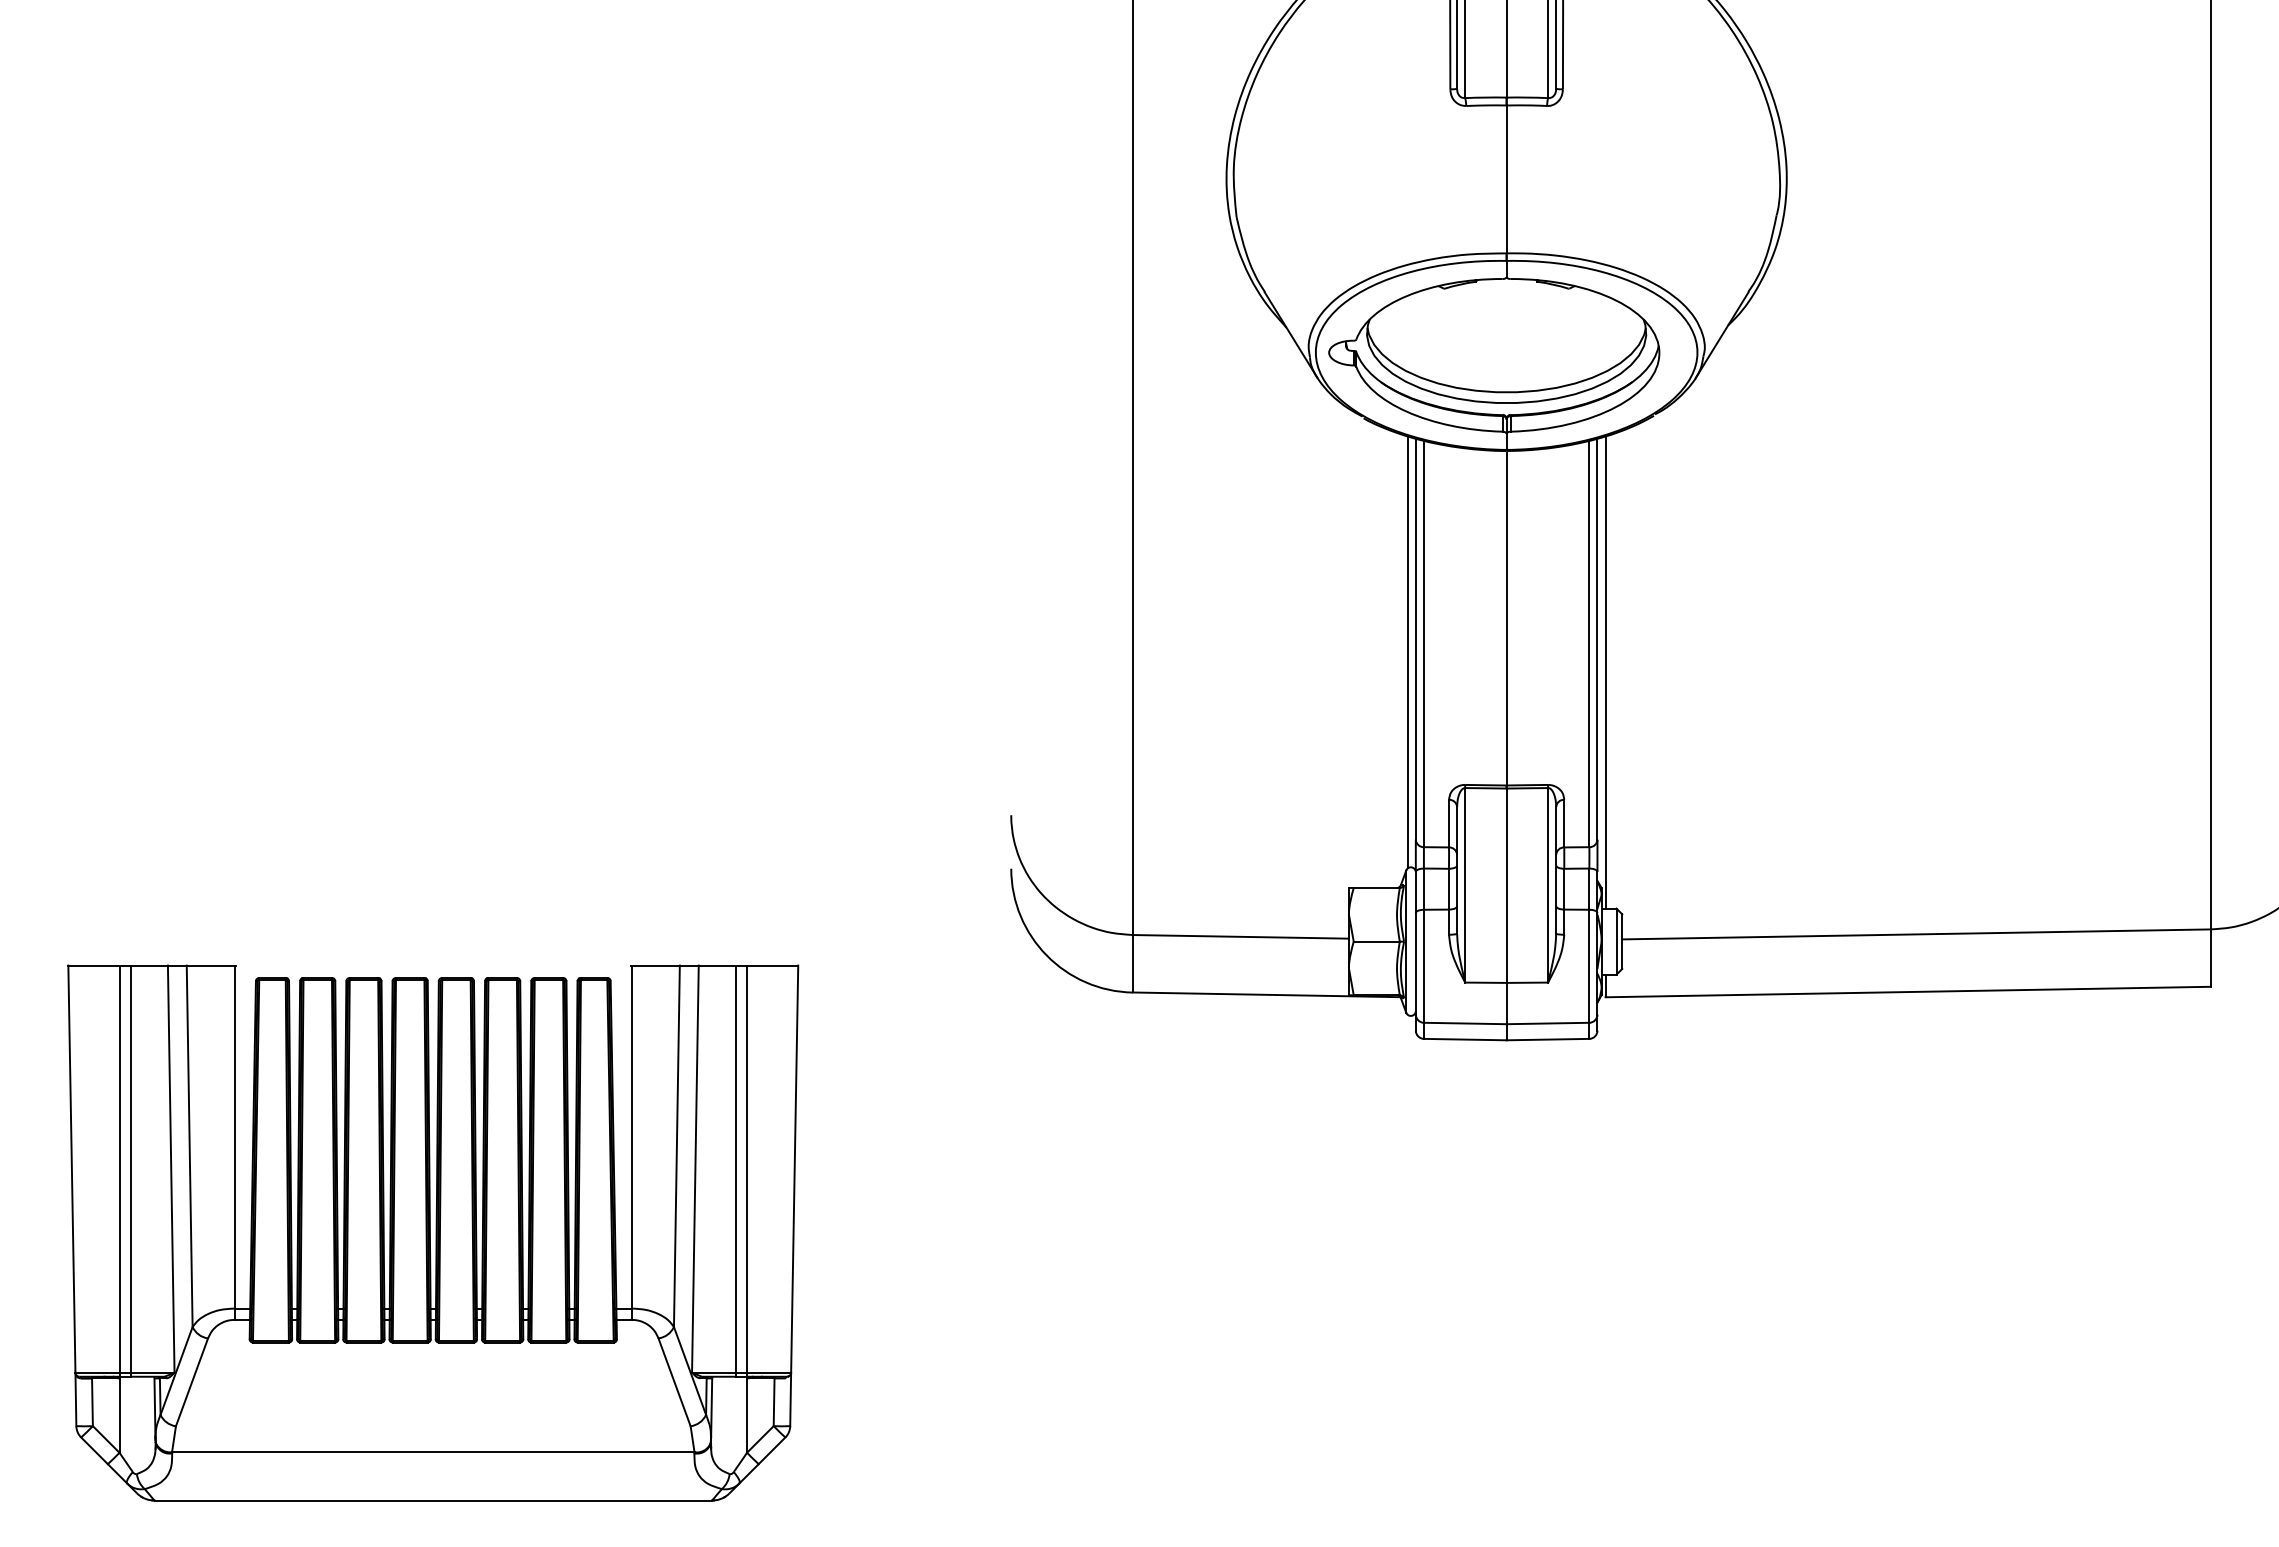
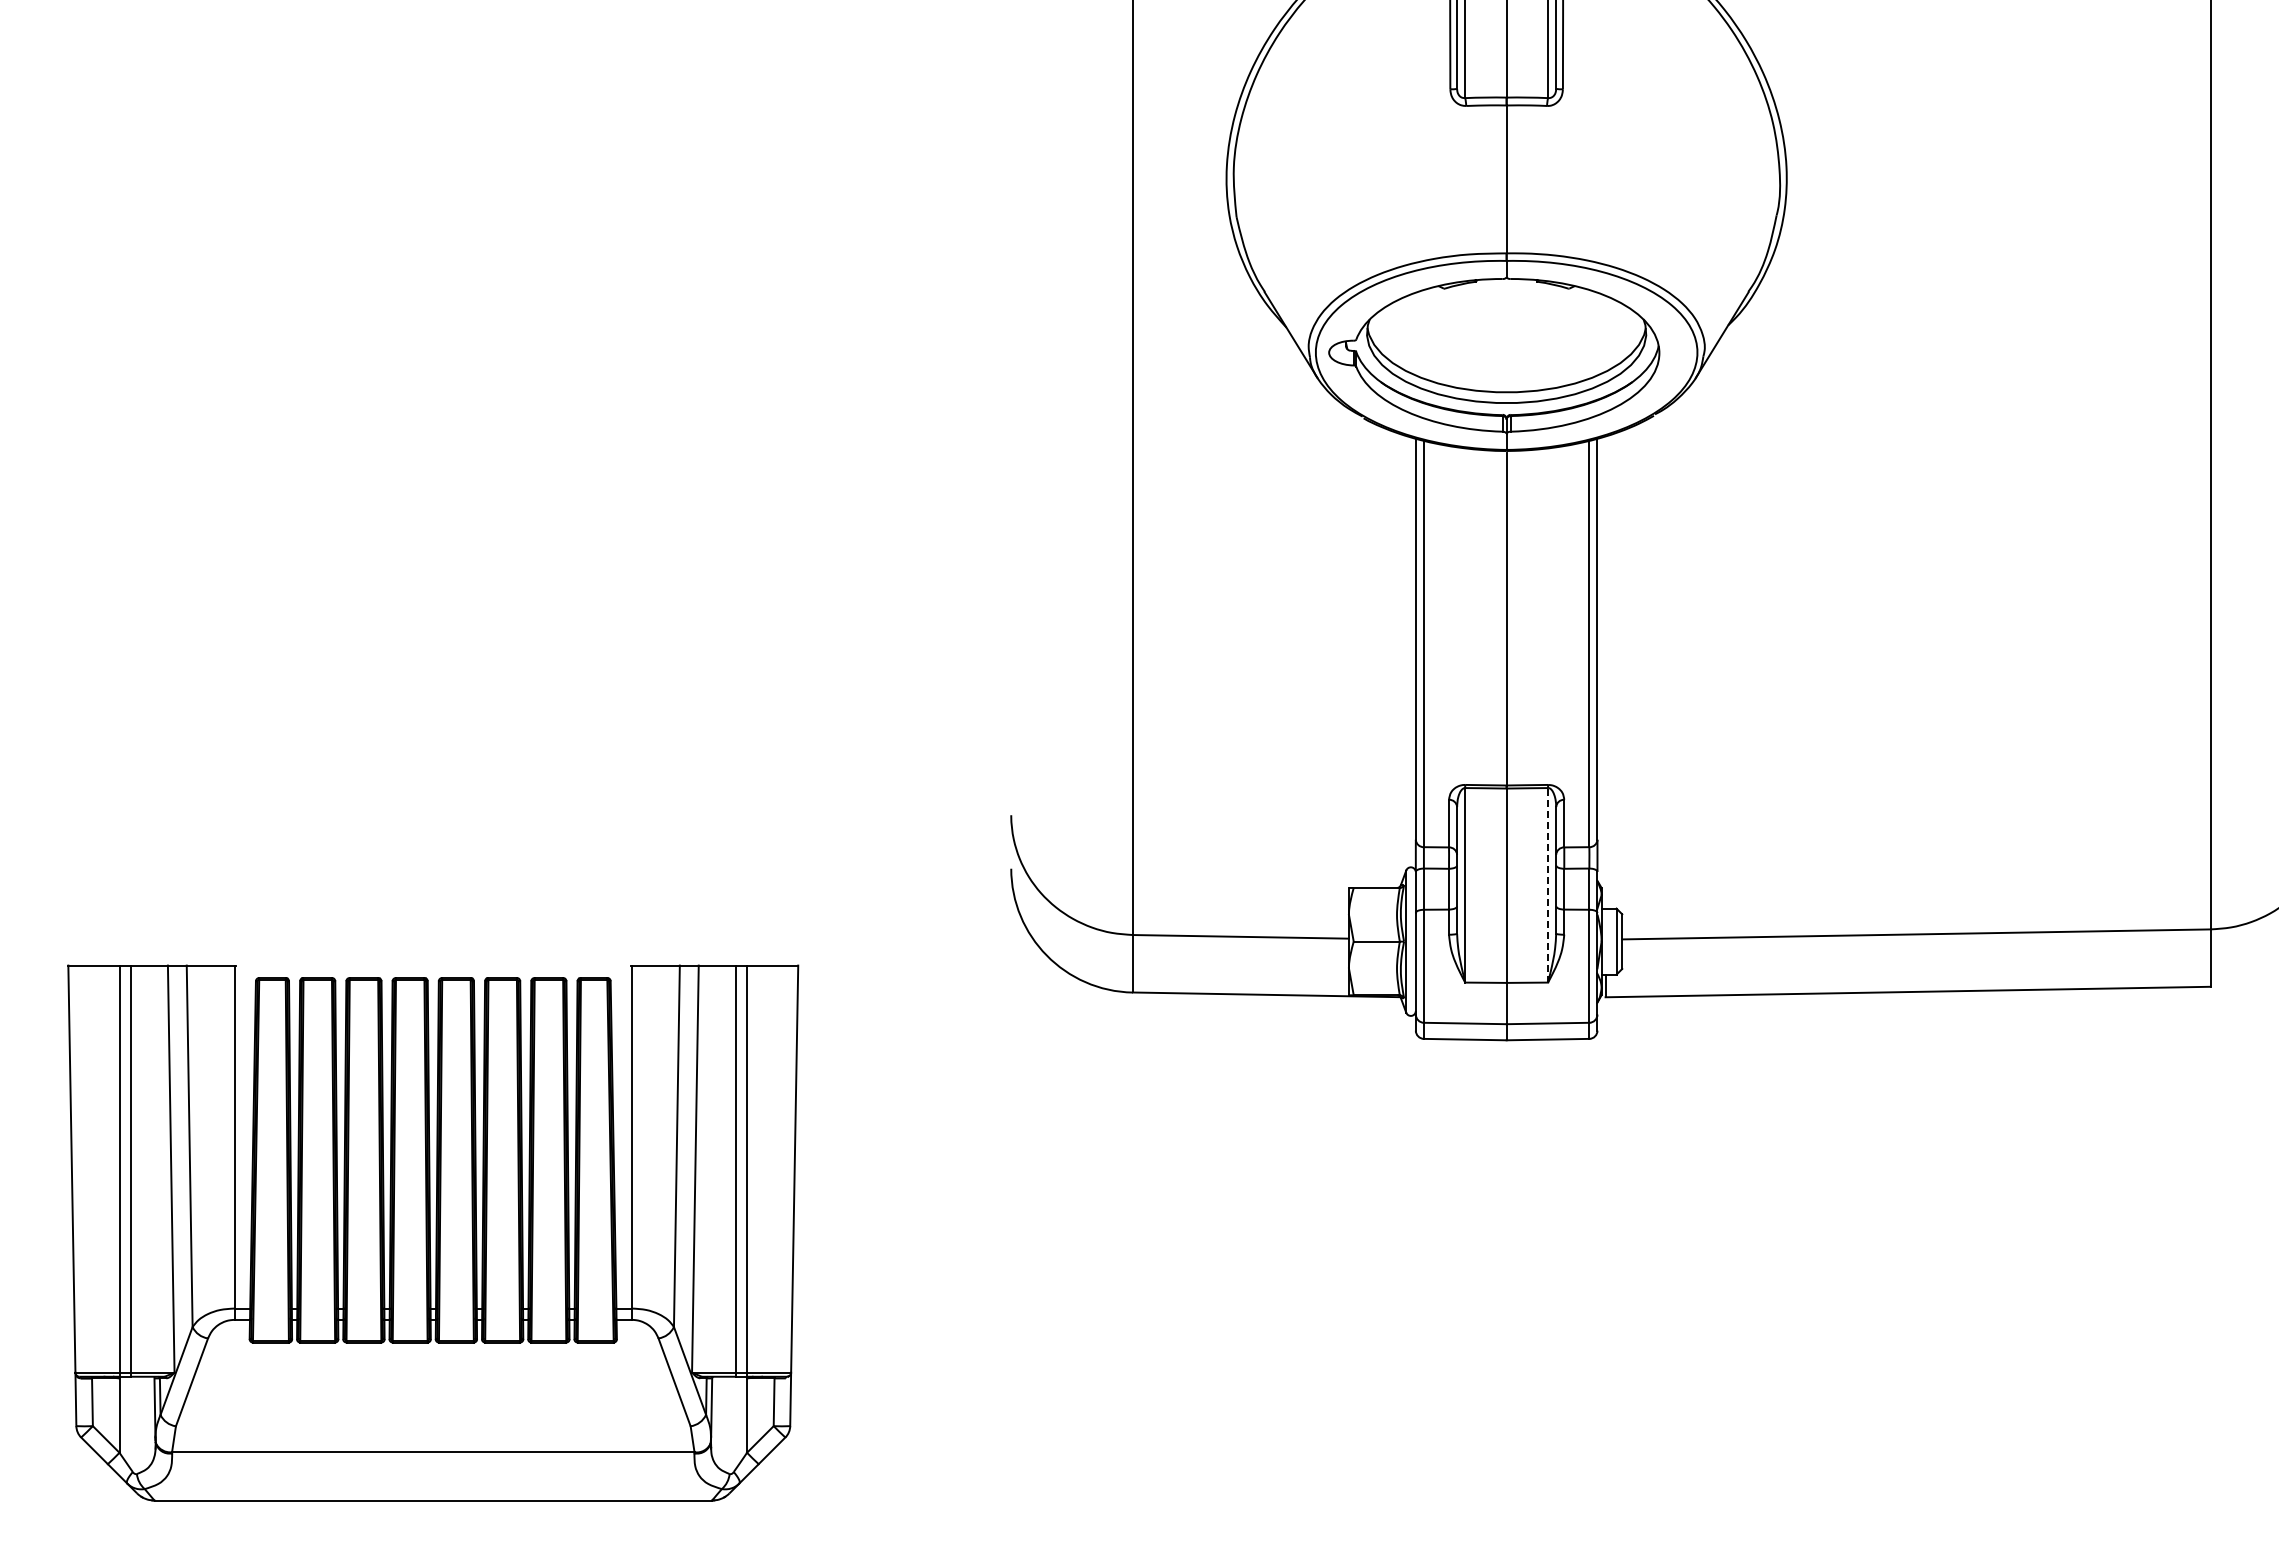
line at (1407, 652): present -> none
line at (1605, 672): present -> none
line at (1548, 884): solid -> dashed
